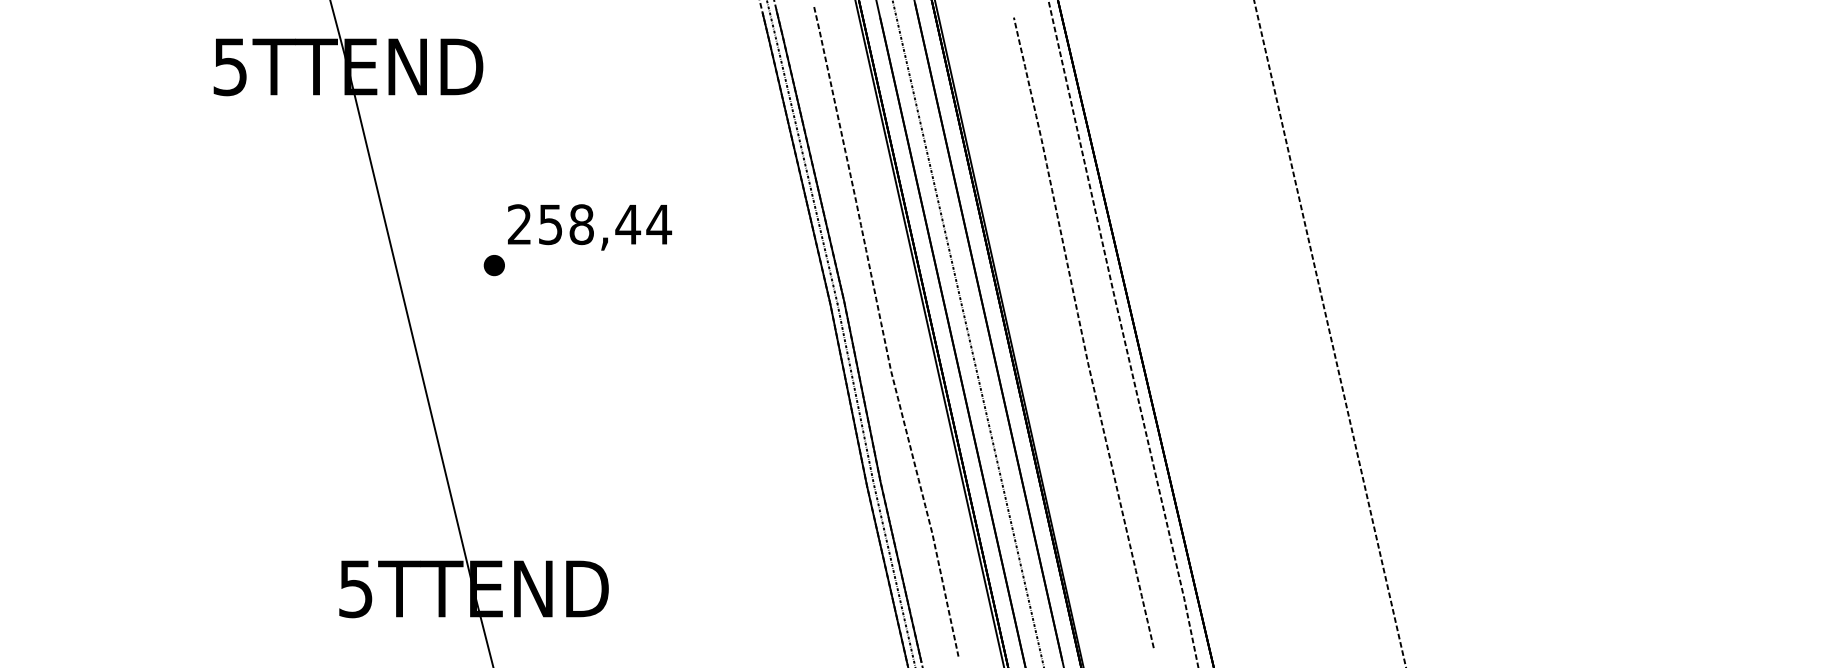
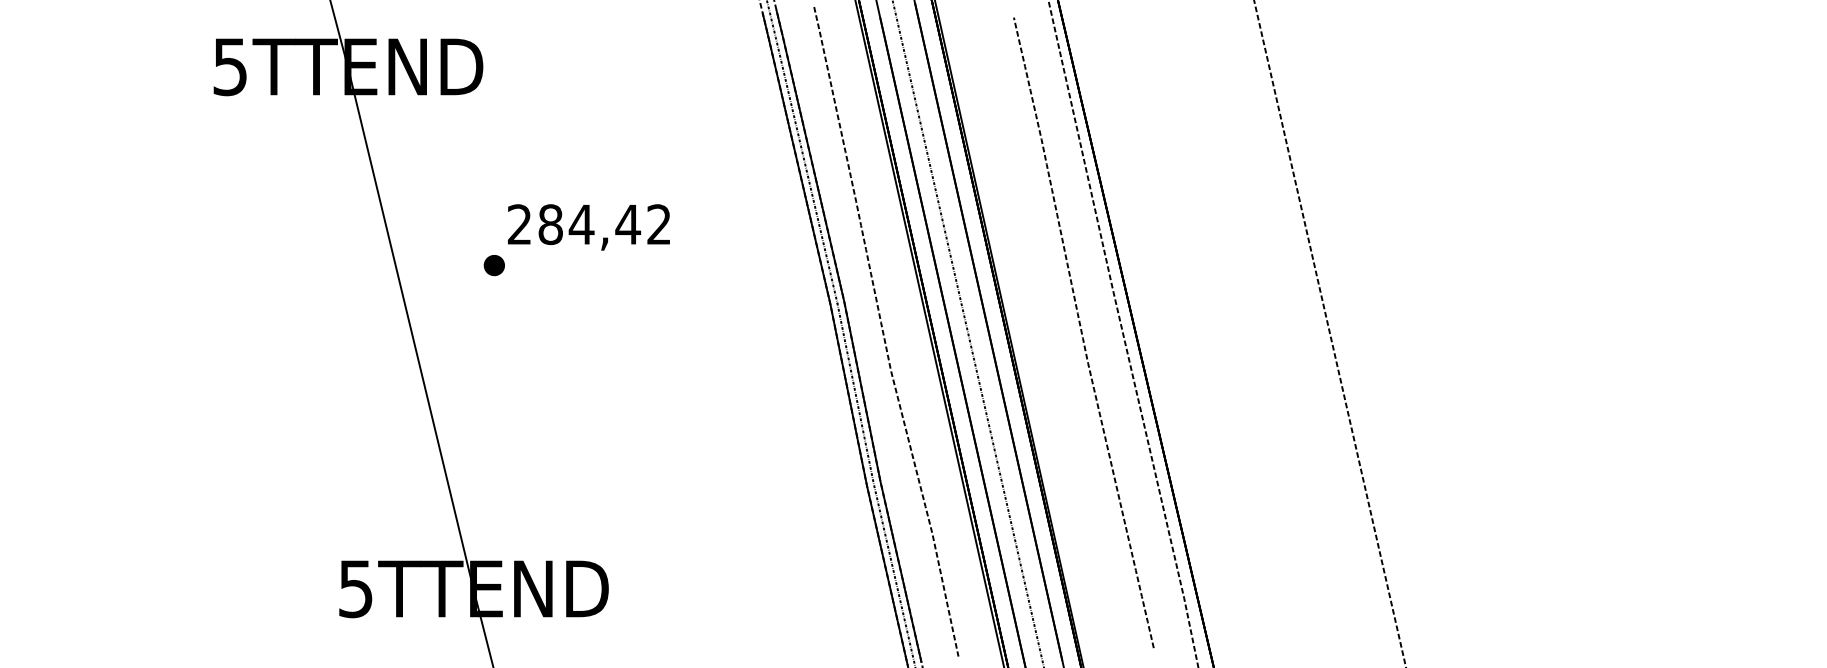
text at (605, 224): 258,44 -> 284,42
